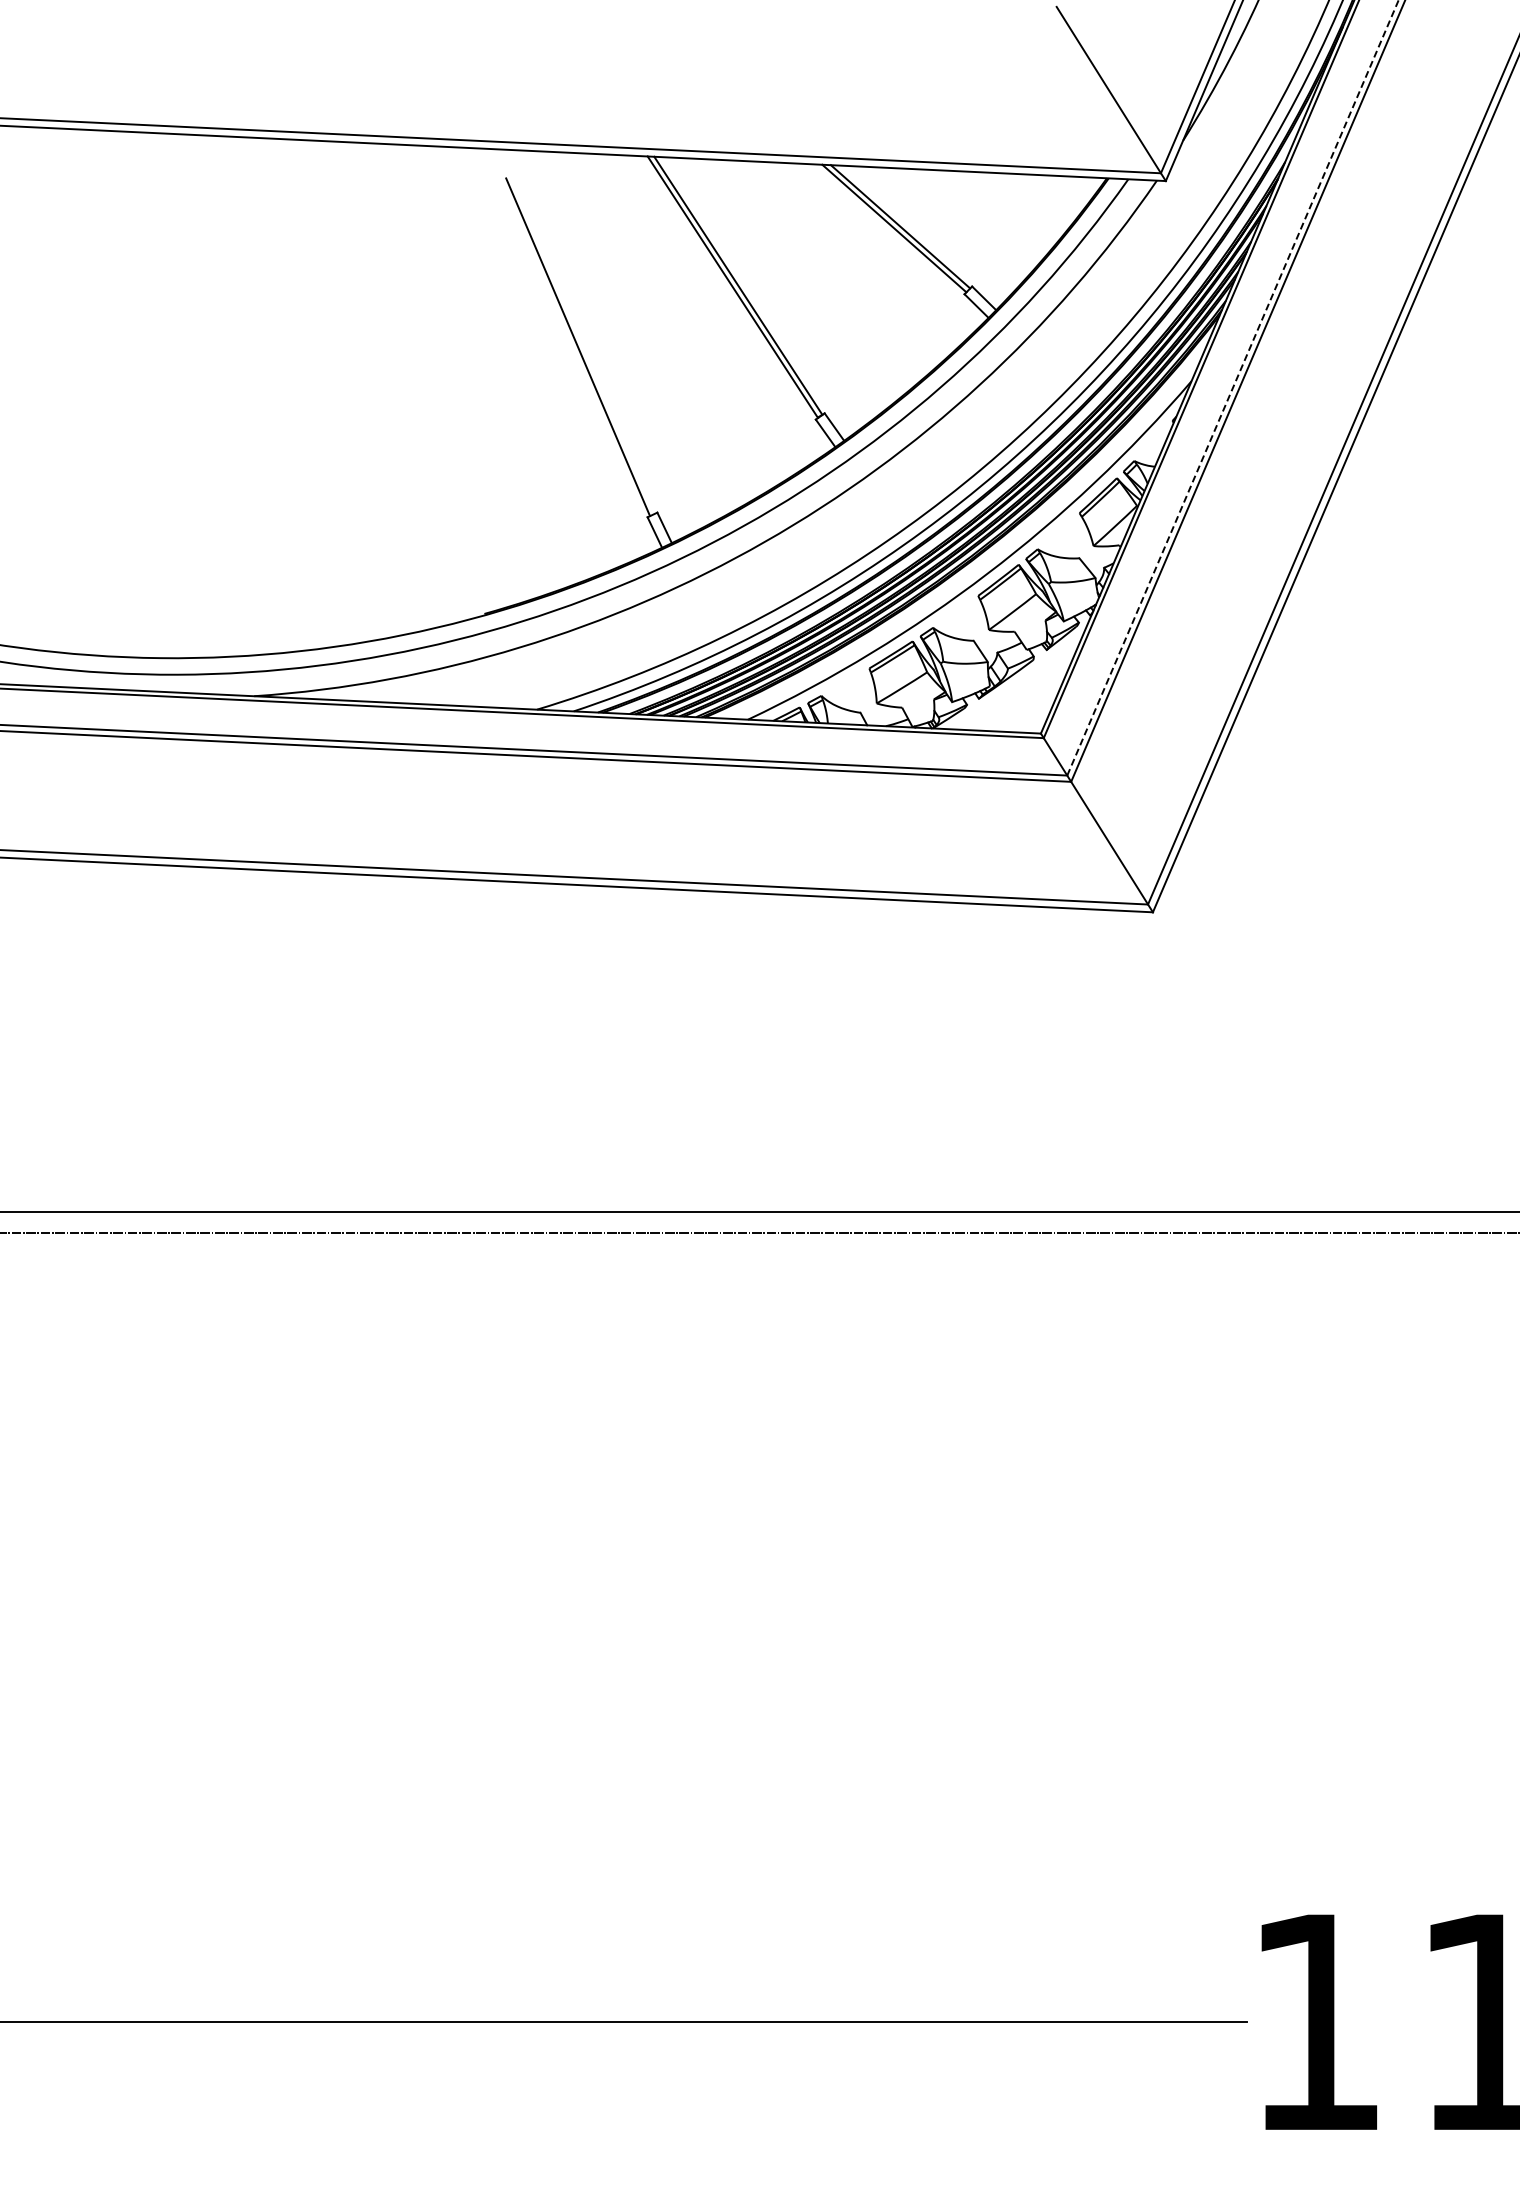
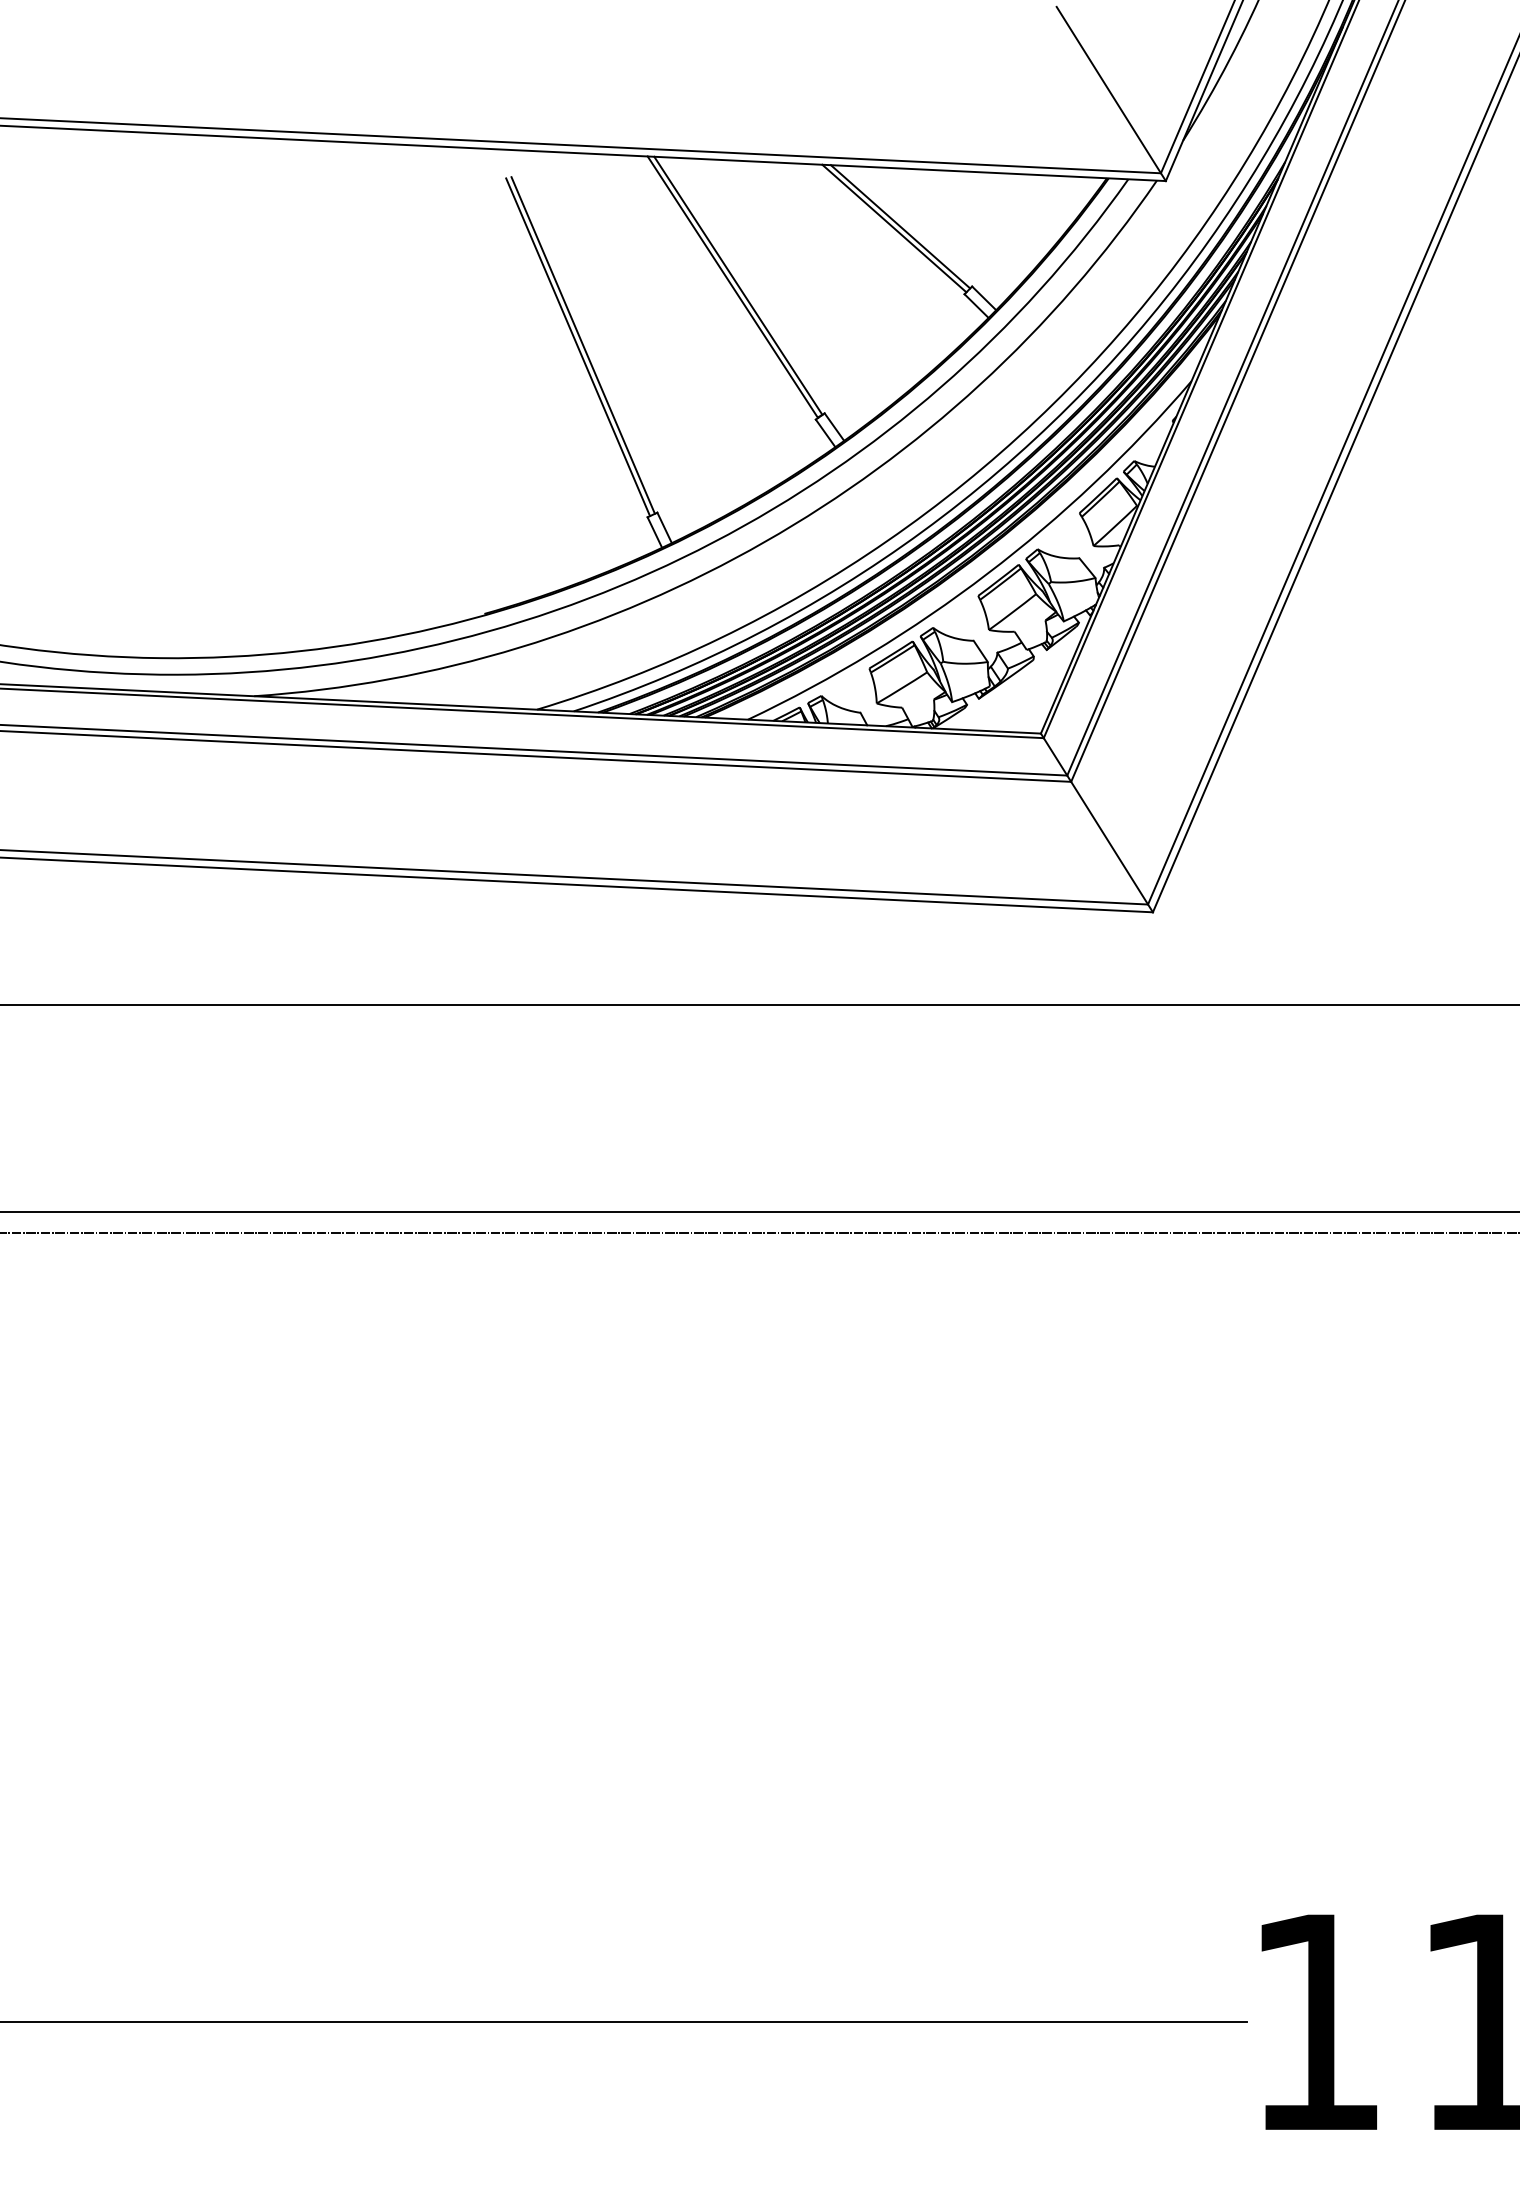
line at (582, 345): none -> present
line at (1233, 387): dashed -> solid
line at (759, 1005): none -> present
